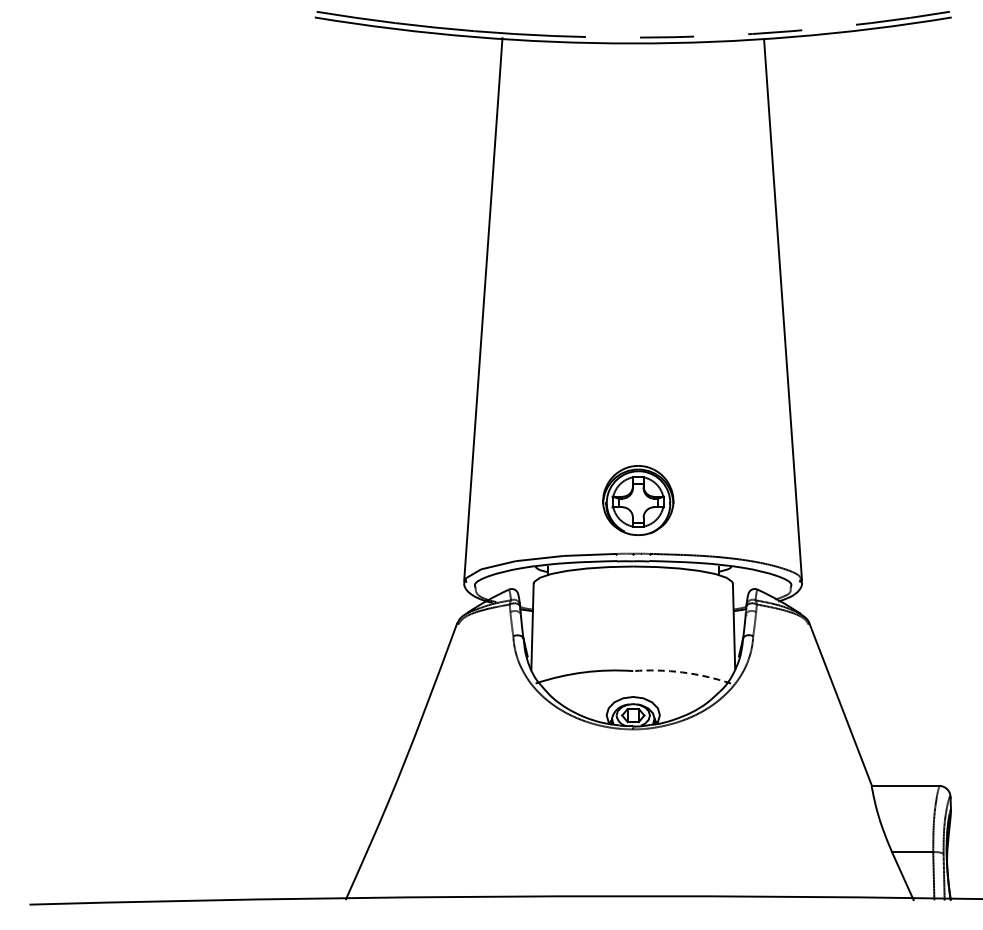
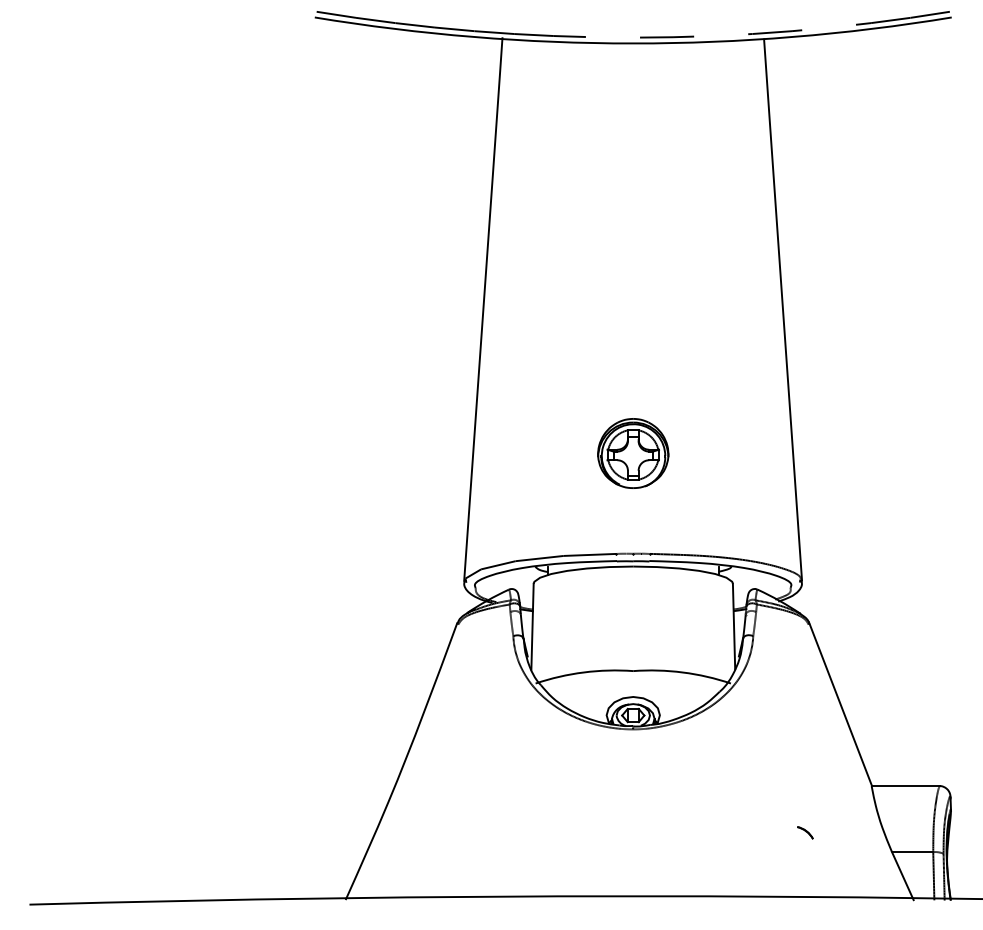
part at (638, 500) position: (638, 500) -> (633, 453)
arc at (682, 672): dashed -> solid
part at (805, 832): none -> present
